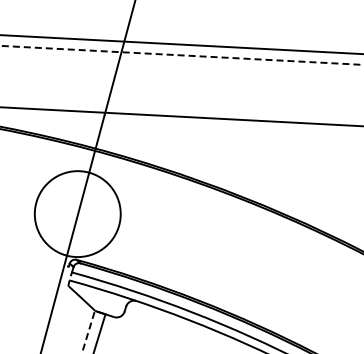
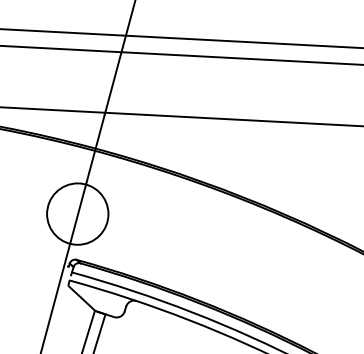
line at (181, 44) position: (181, 44) -> (181, 38)
line at (182, 55): dashed -> solid
circle at (77, 214) diameter: 86 px -> 61 px
line at (88, 331): dashed -> solid
